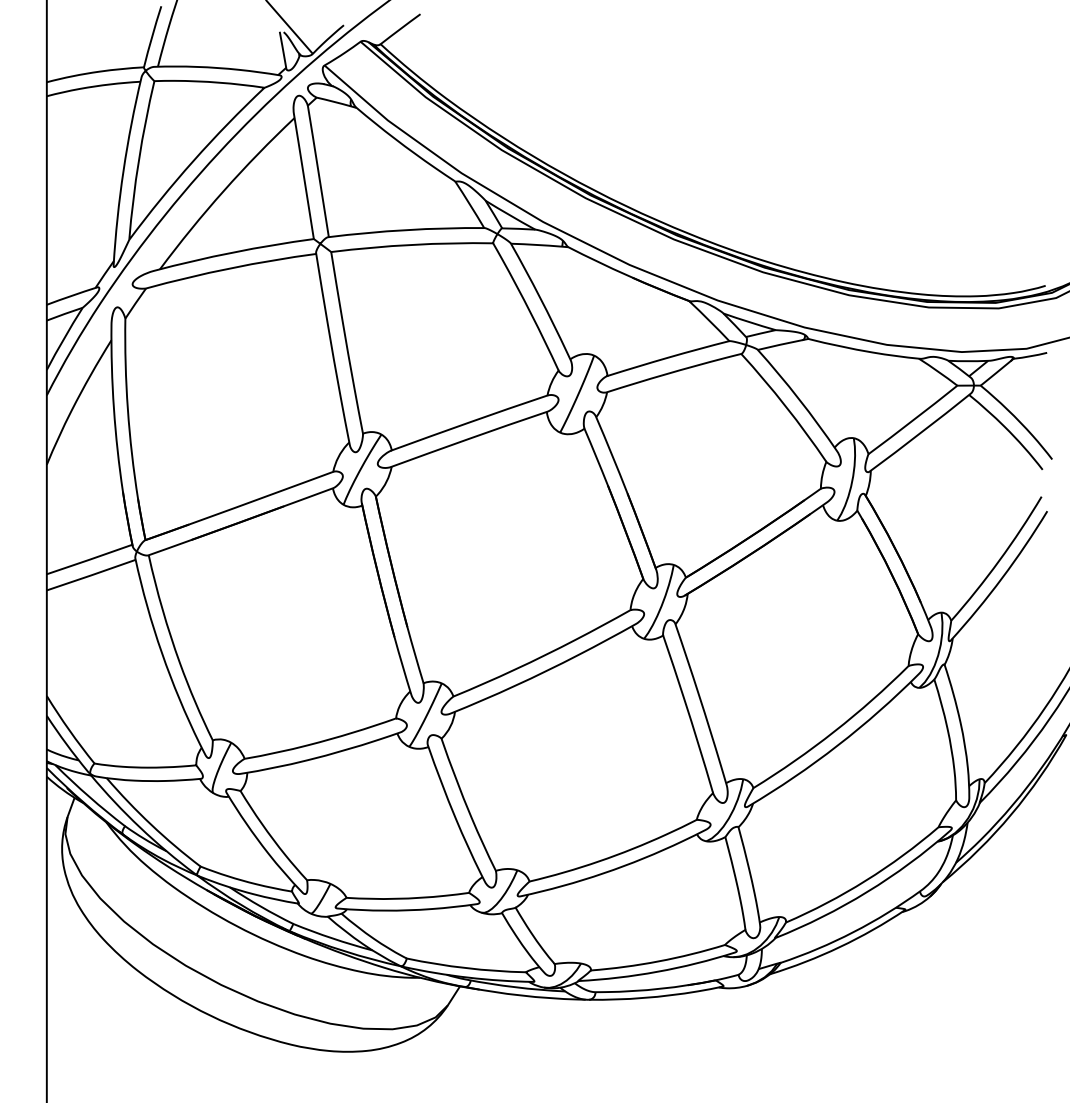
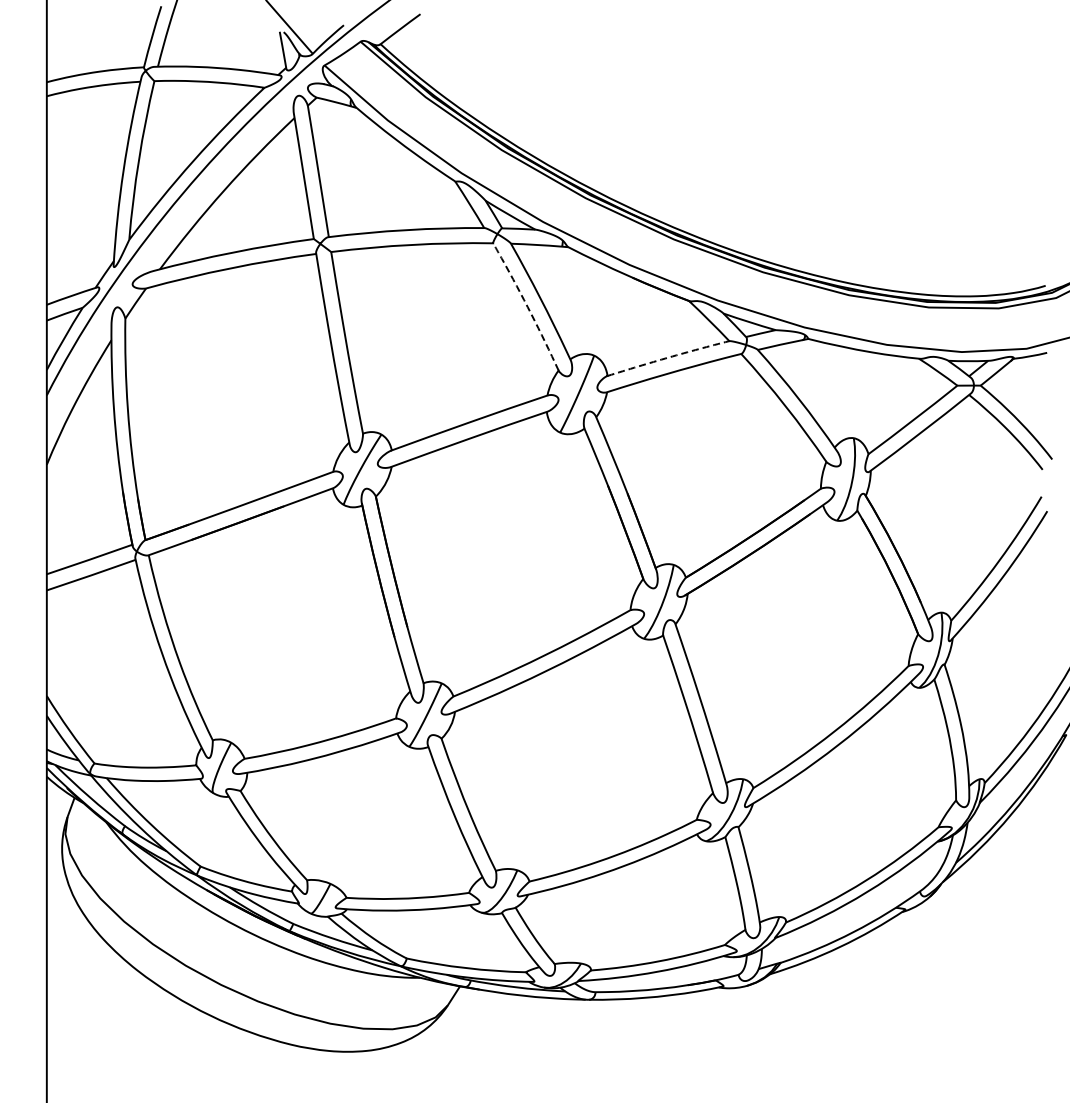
line at (525, 303): solid -> dashed
line at (668, 357): solid -> dashed
